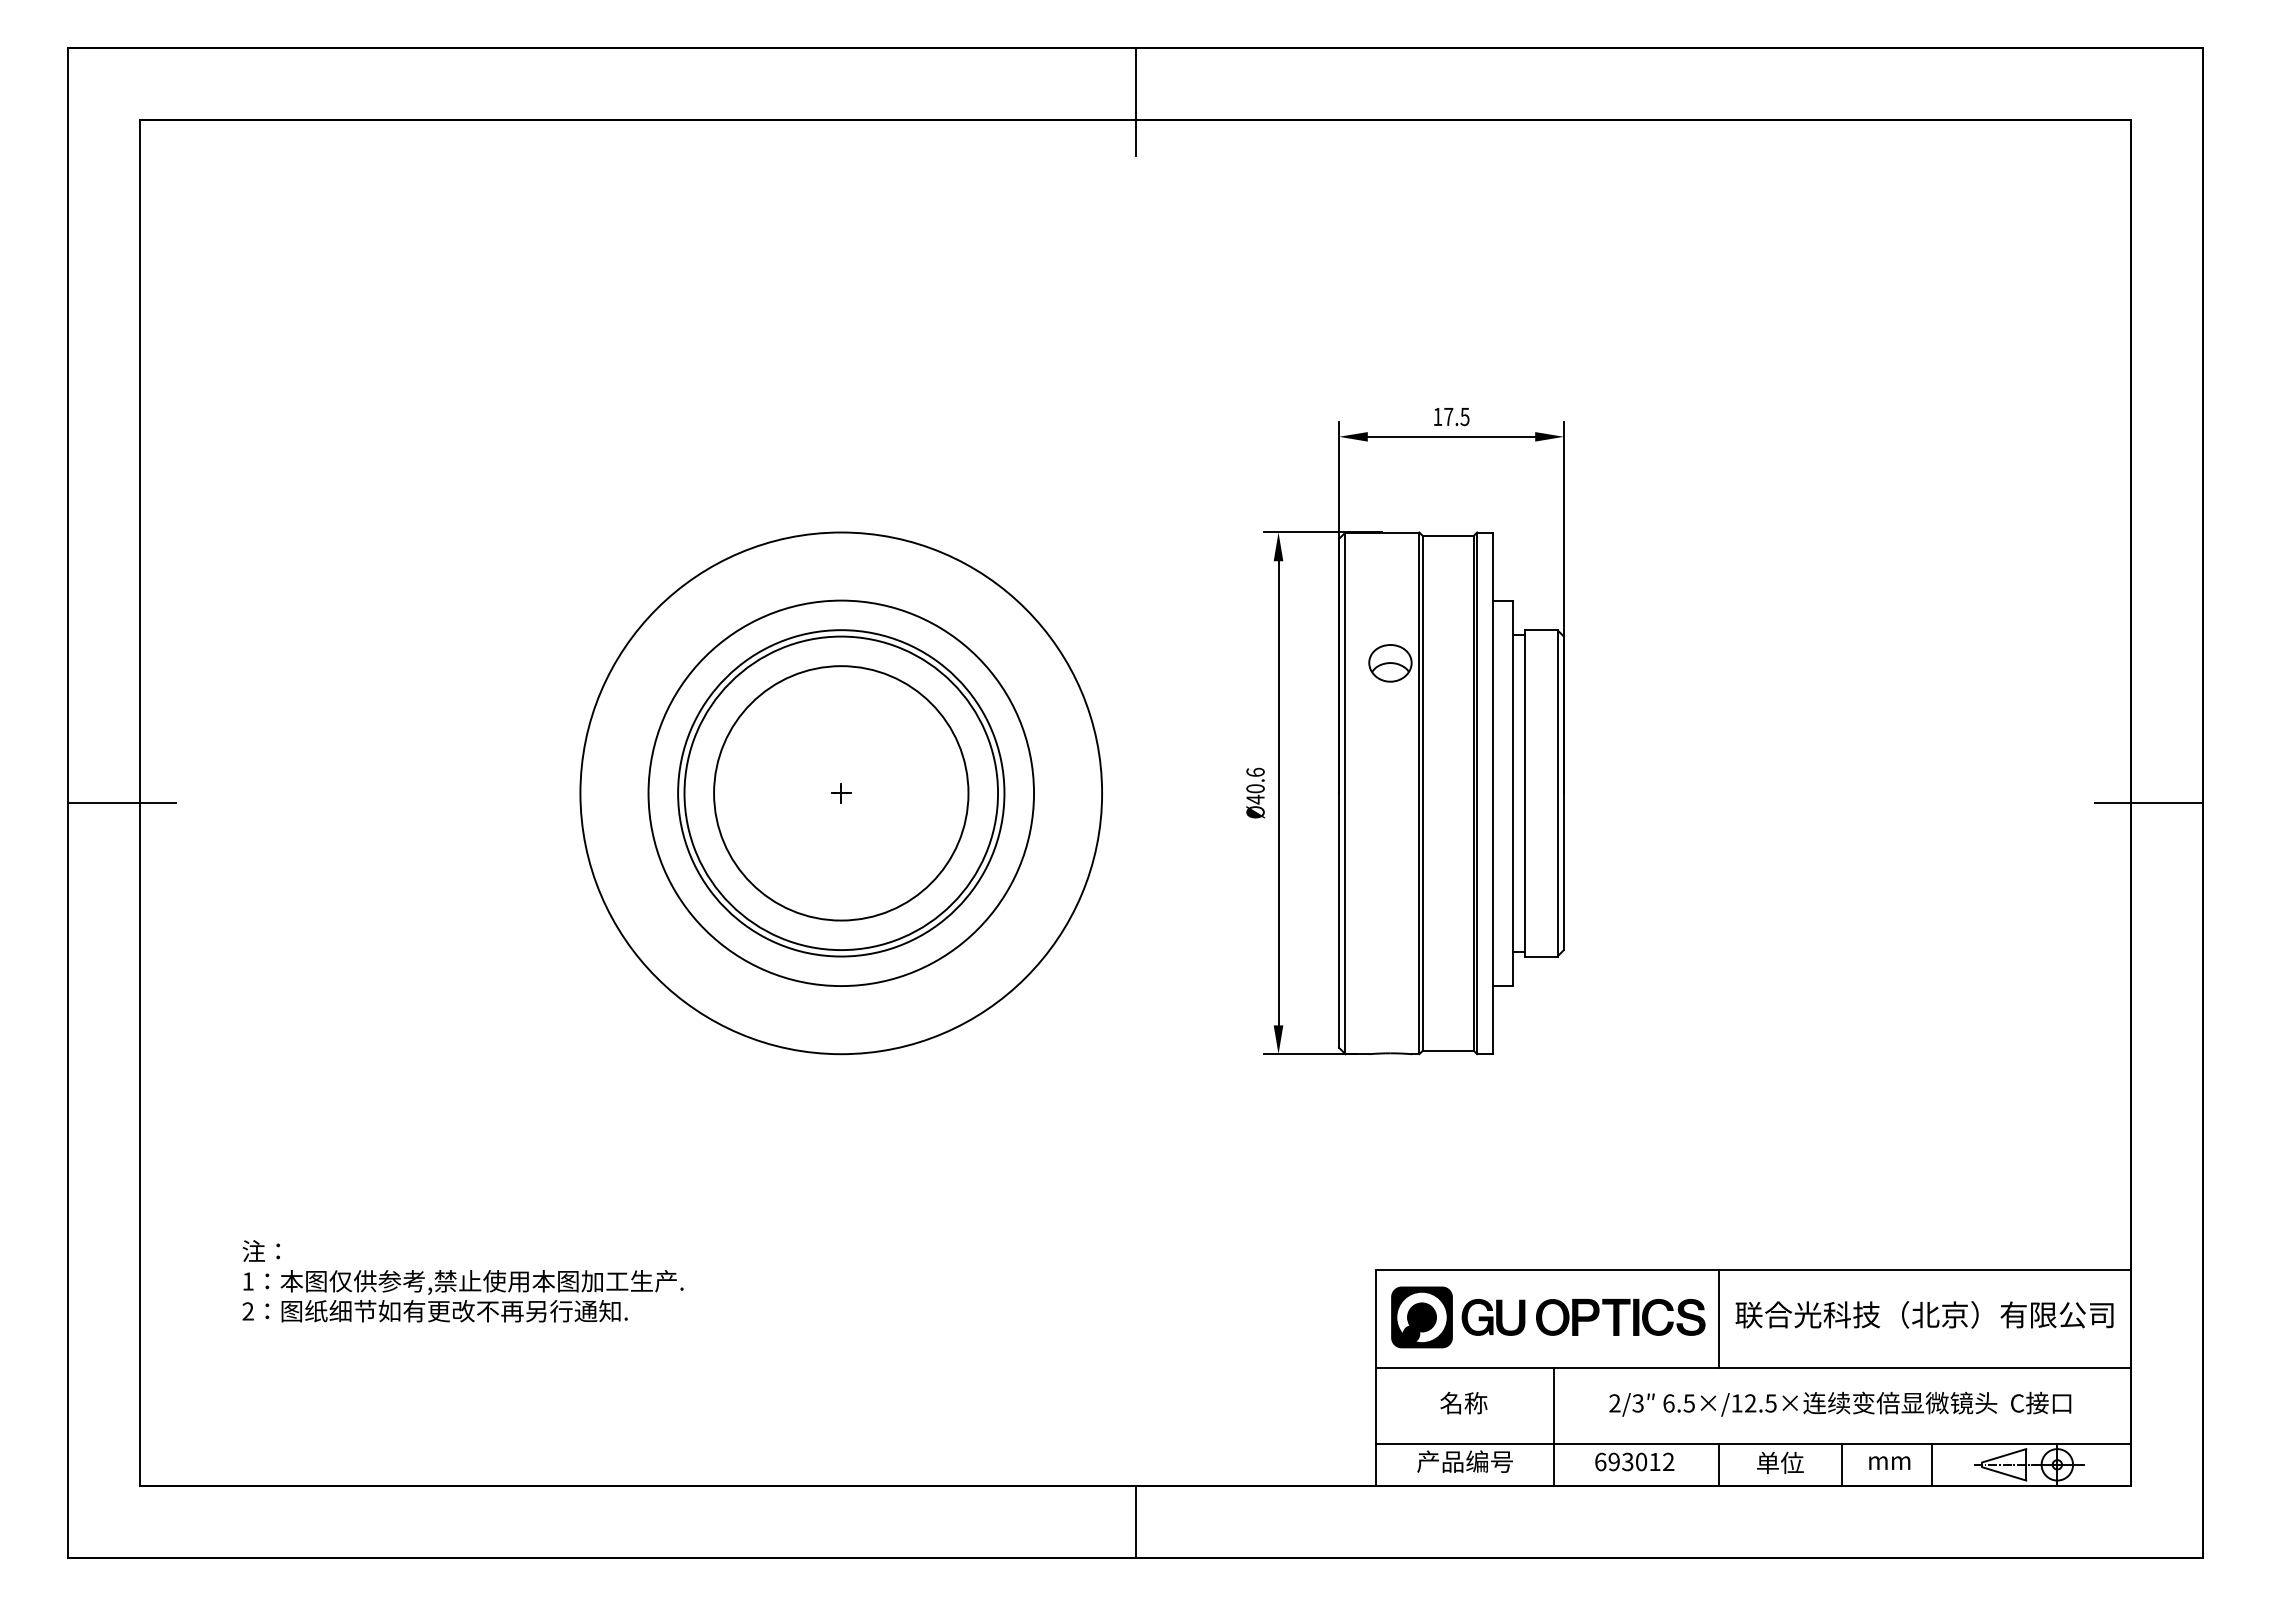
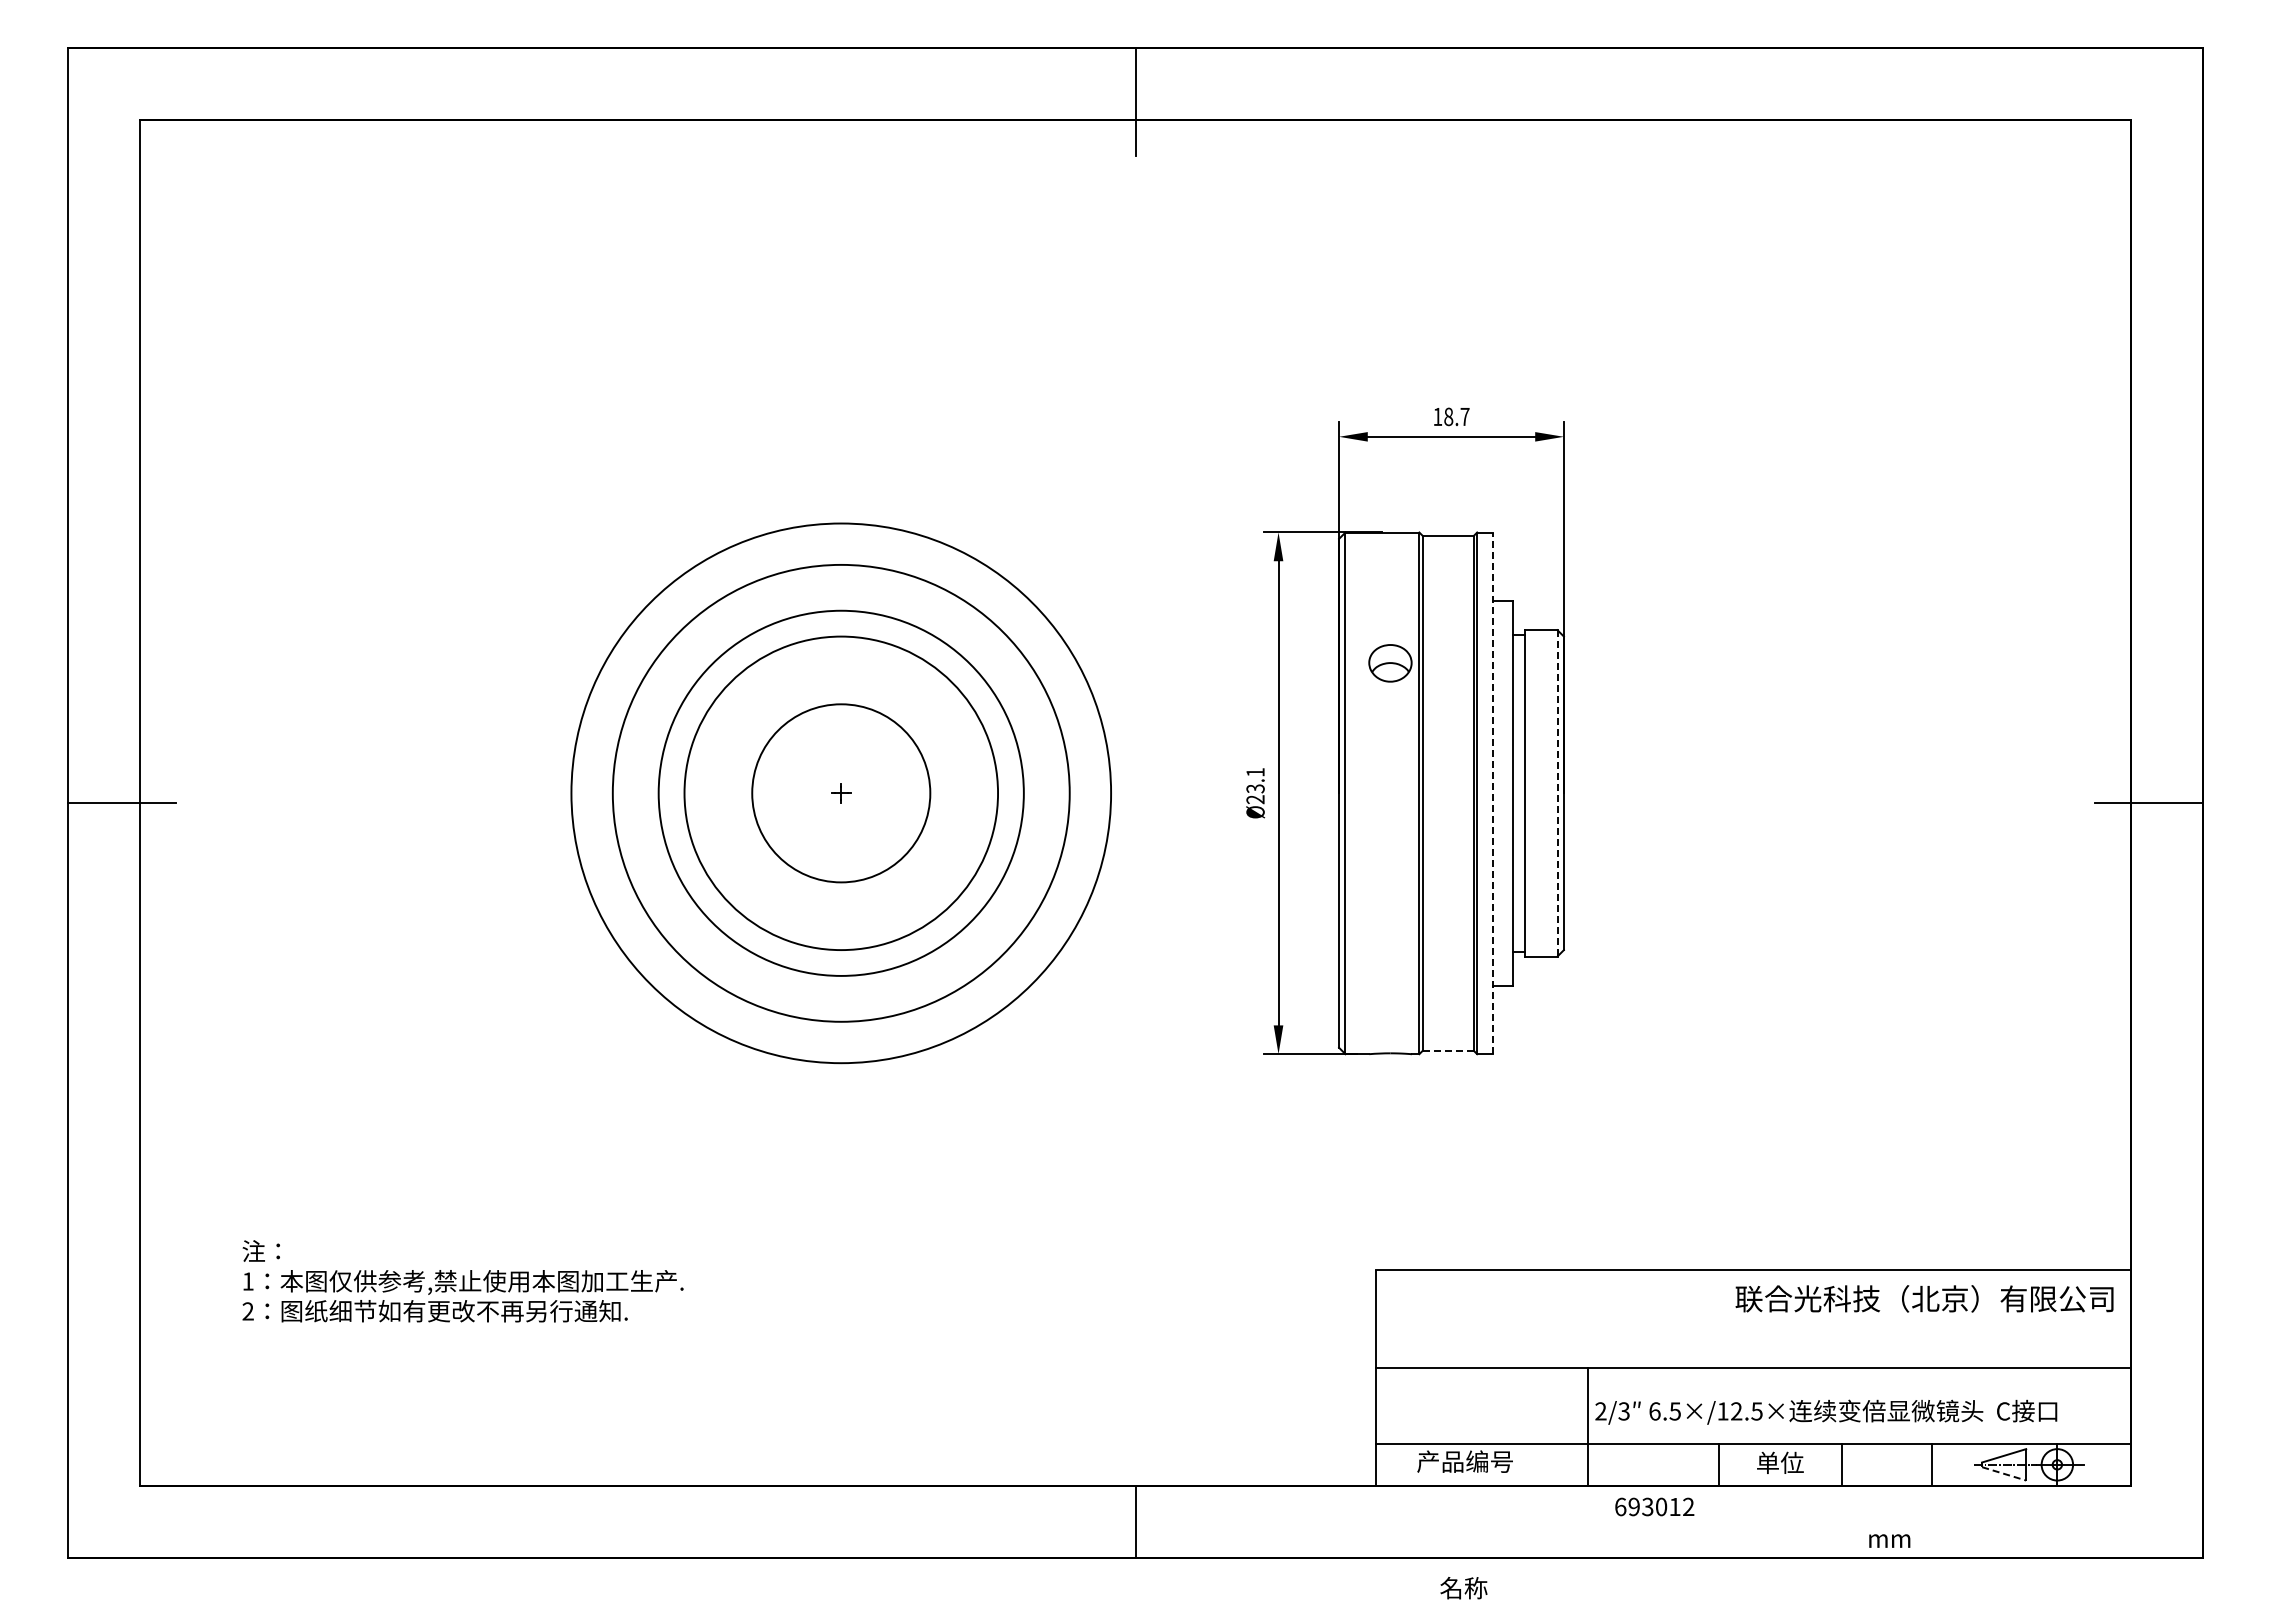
text at (1456, 416): 17.5 -> 18.7
text at (1255, 785): Ø40.6 -> Ø23.1
circle at (841, 793) diameter: 254 px -> 178 px
circle at (841, 793) diameter: 326 px -> 457 px
circle at (841, 793) diameter: 385 px -> 540 px
circle at (841, 793) diameter: 522 px -> 365 px
line at (1493, 793): solid -> dashed
line at (1557, 793): solid -> dashed
line at (1448, 1050): solid -> dashed
text at (1924, 1314) position: (1924, 1314) -> (1924, 1298)
part at (1548, 1317): present -> none
line at (1718, 1318): present -> none
text at (1463, 1403) position: (1463, 1403) -> (1463, 1588)
text at (1840, 1403) position: (1840, 1403) -> (1826, 1411)
line at (1554, 1426) position: (1554, 1426) -> (1588, 1426)
text at (1634, 1461) position: (1634, 1461) -> (1654, 1506)
text at (1889, 1462) position: (1889, 1462) -> (1889, 1540)
line at (2004, 1474): solid -> dashed
